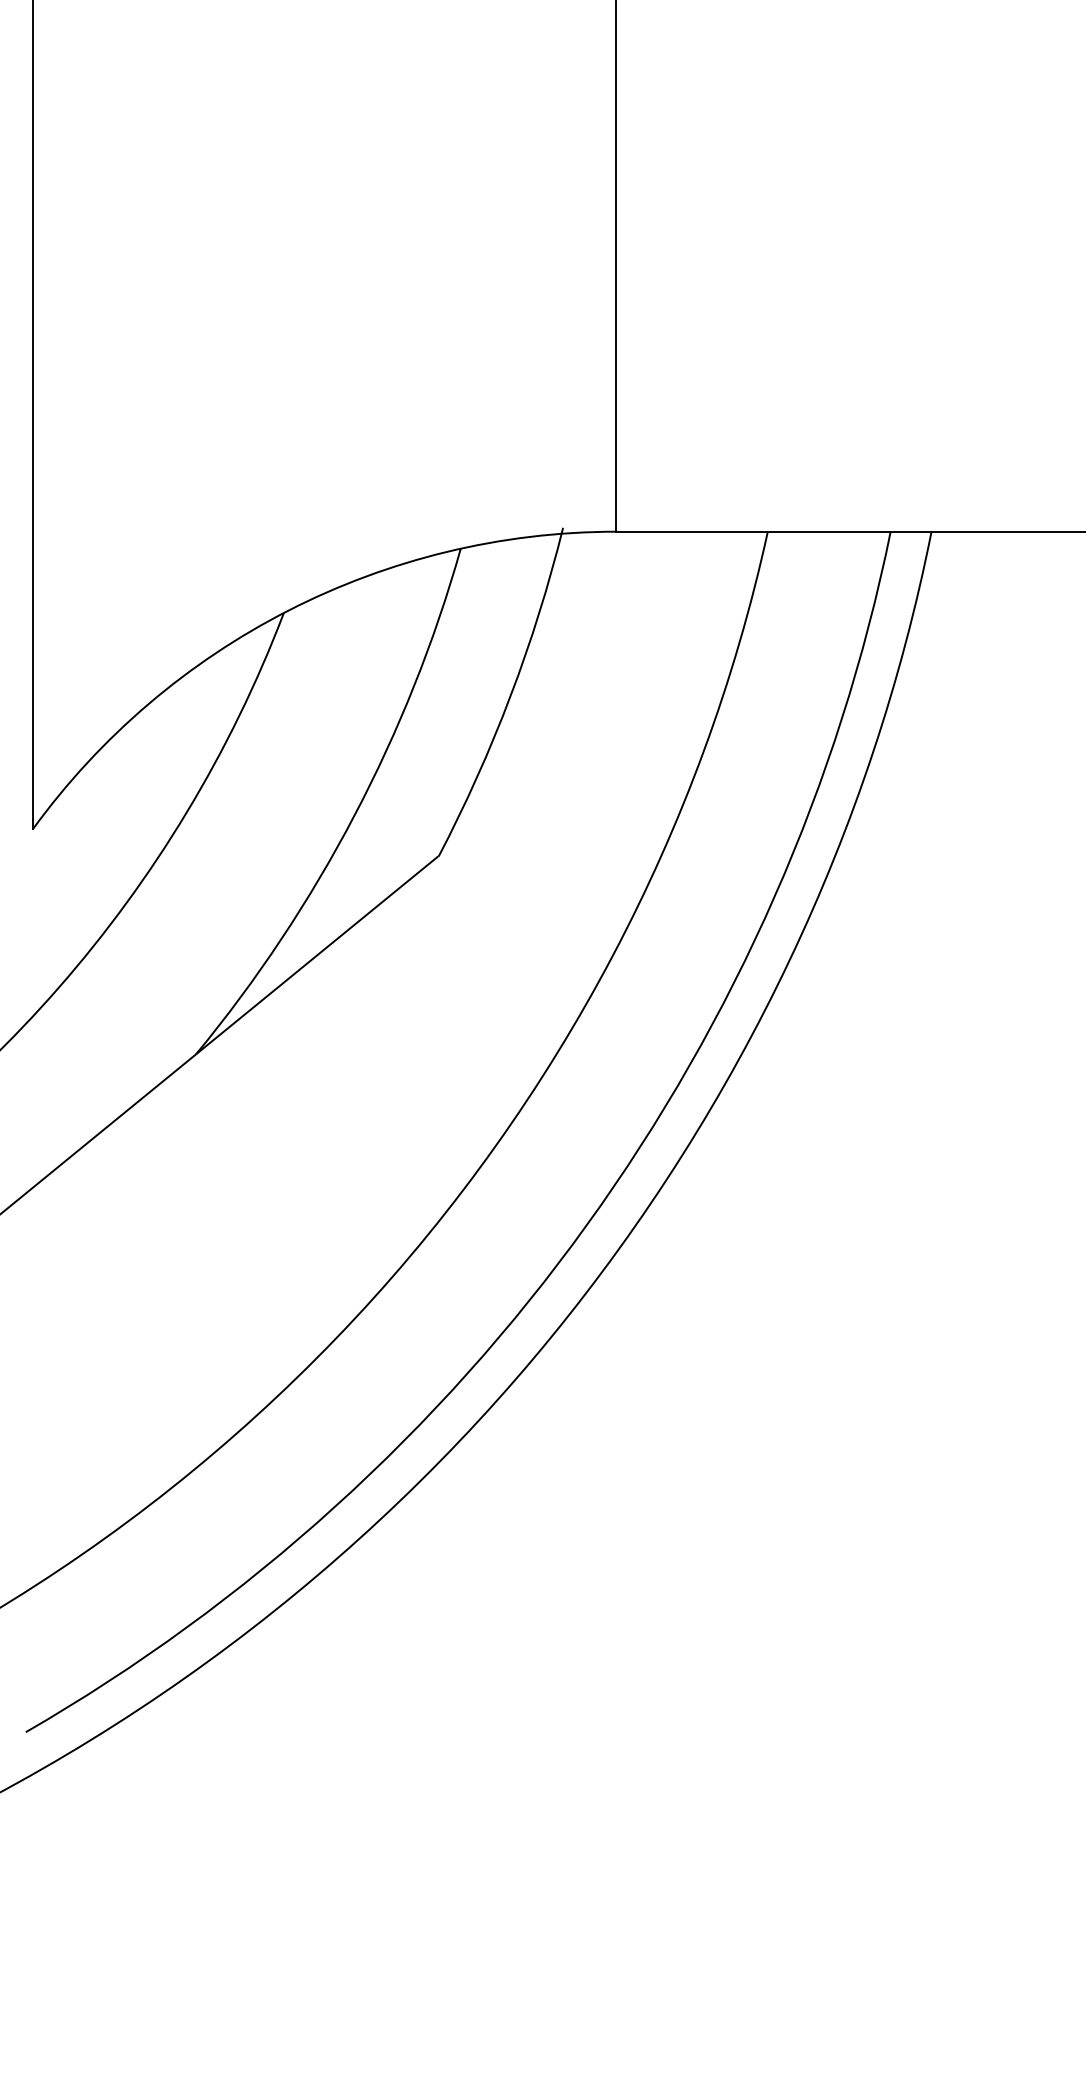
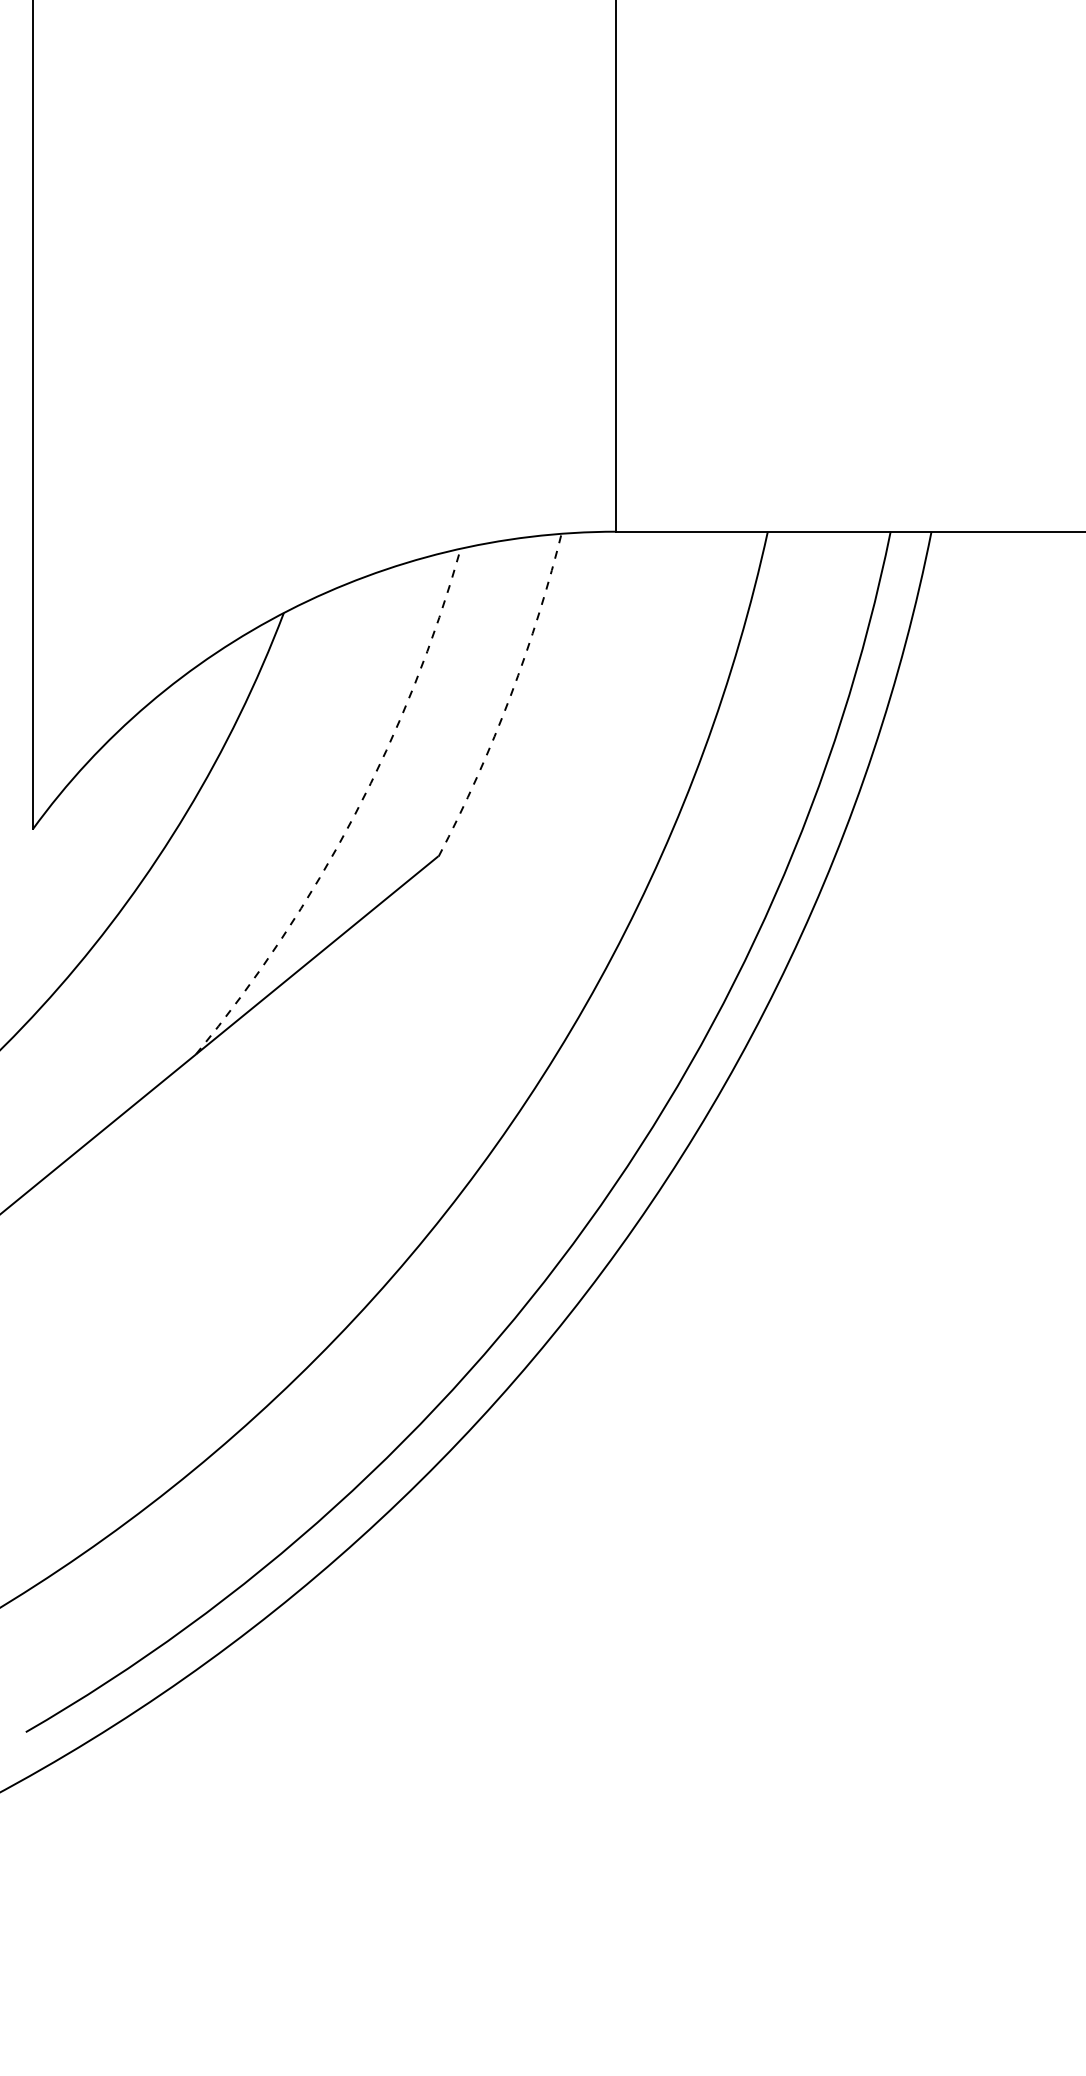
arc at (510, 695): solid -> dashed
arc at (354, 815): solid -> dashed
